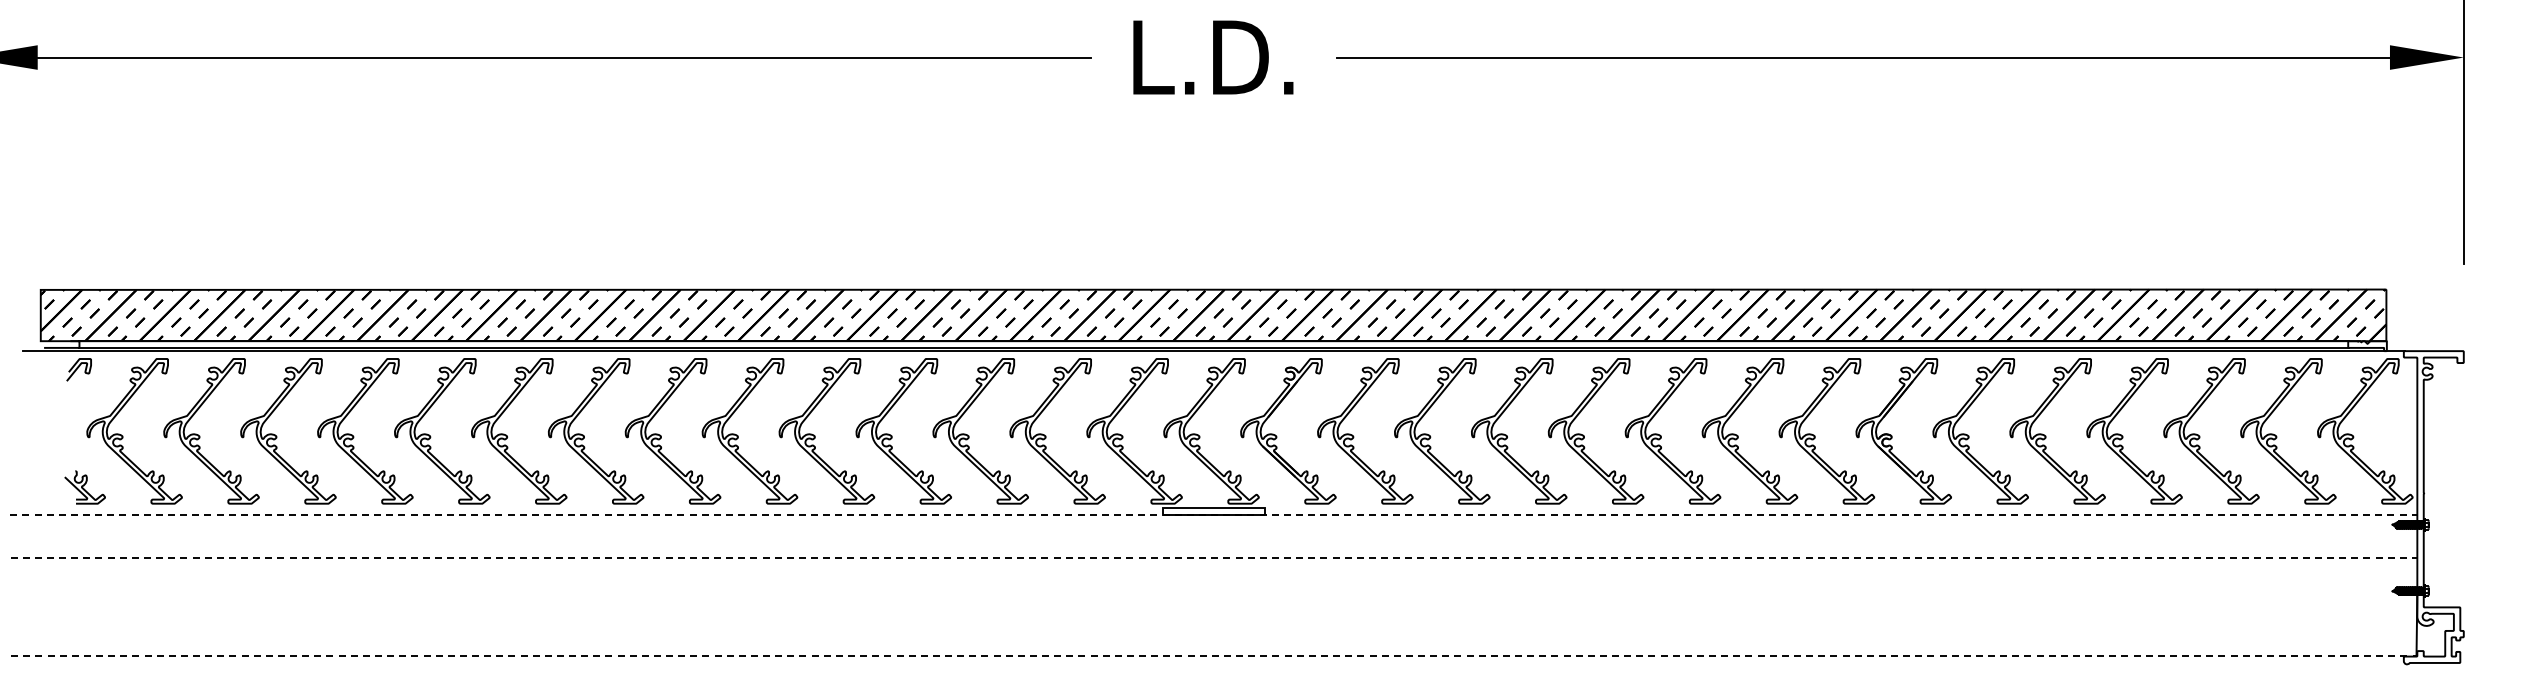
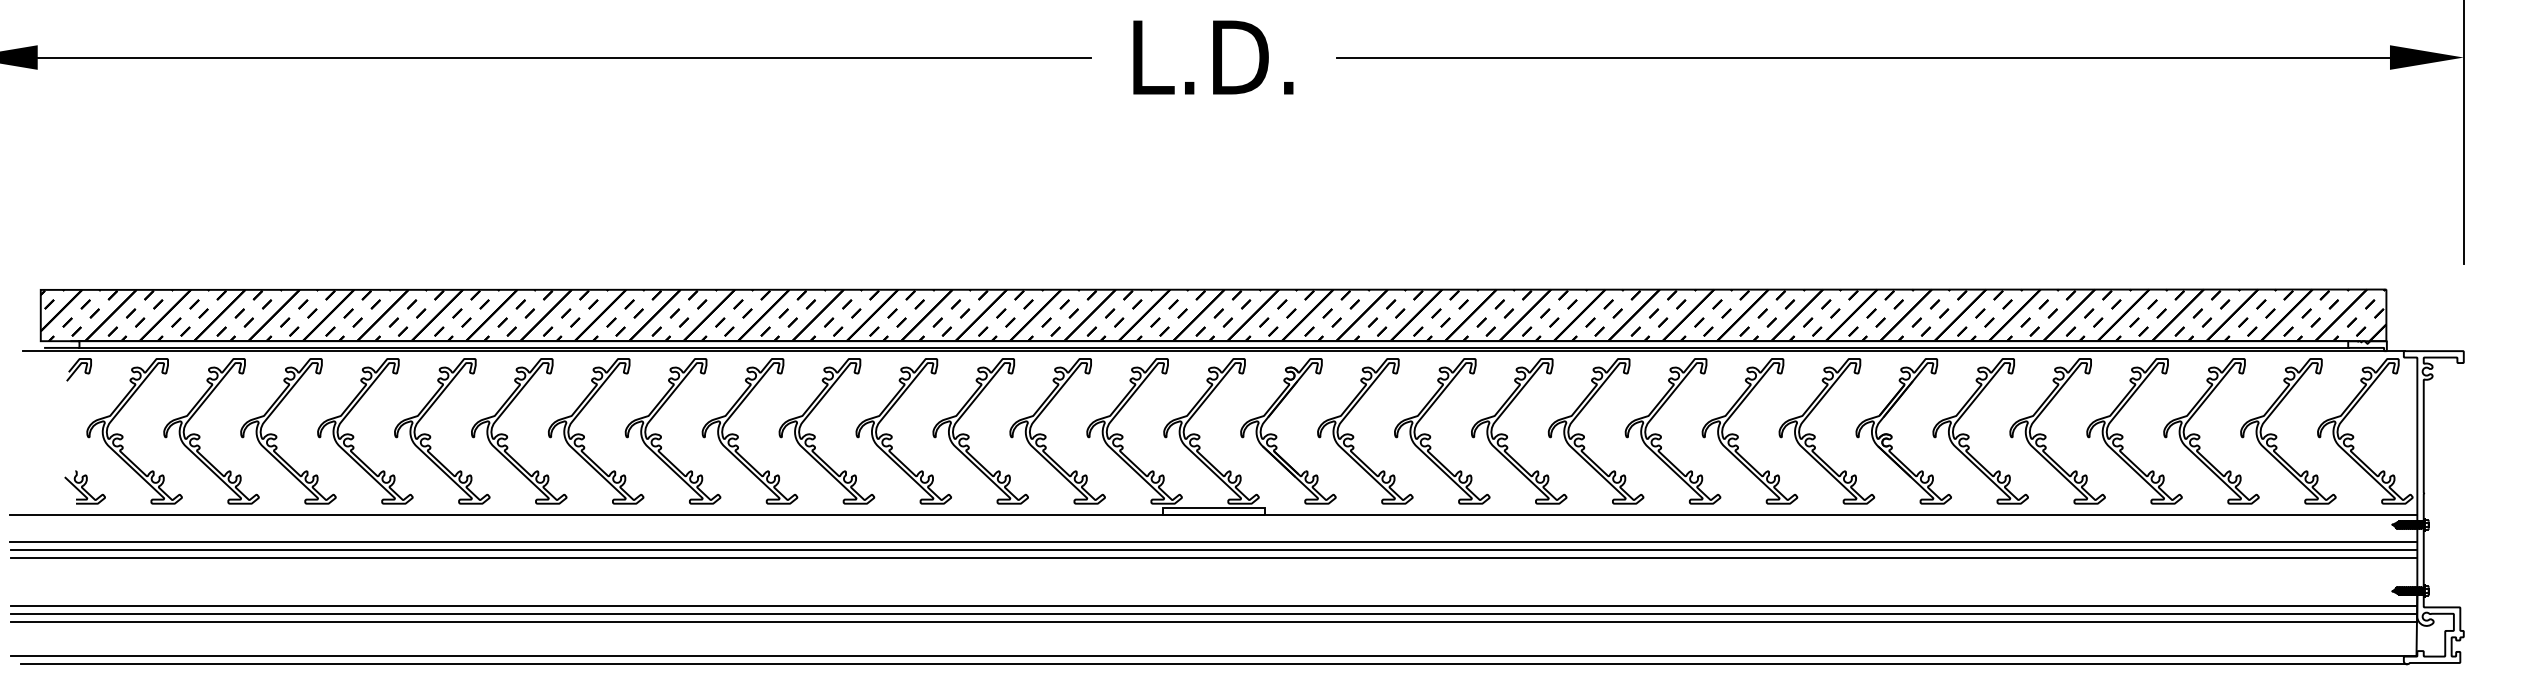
line at (1213, 514): dashed -> solid
line at (1213, 541): none -> present
line at (1213, 549): none -> present
line at (1214, 557): dashed -> solid
line at (1213, 605): none -> present
line at (1213, 613): none -> present
line at (1213, 621): none -> present
line at (1213, 655): dashed -> solid
line at (1213, 664): none -> present
